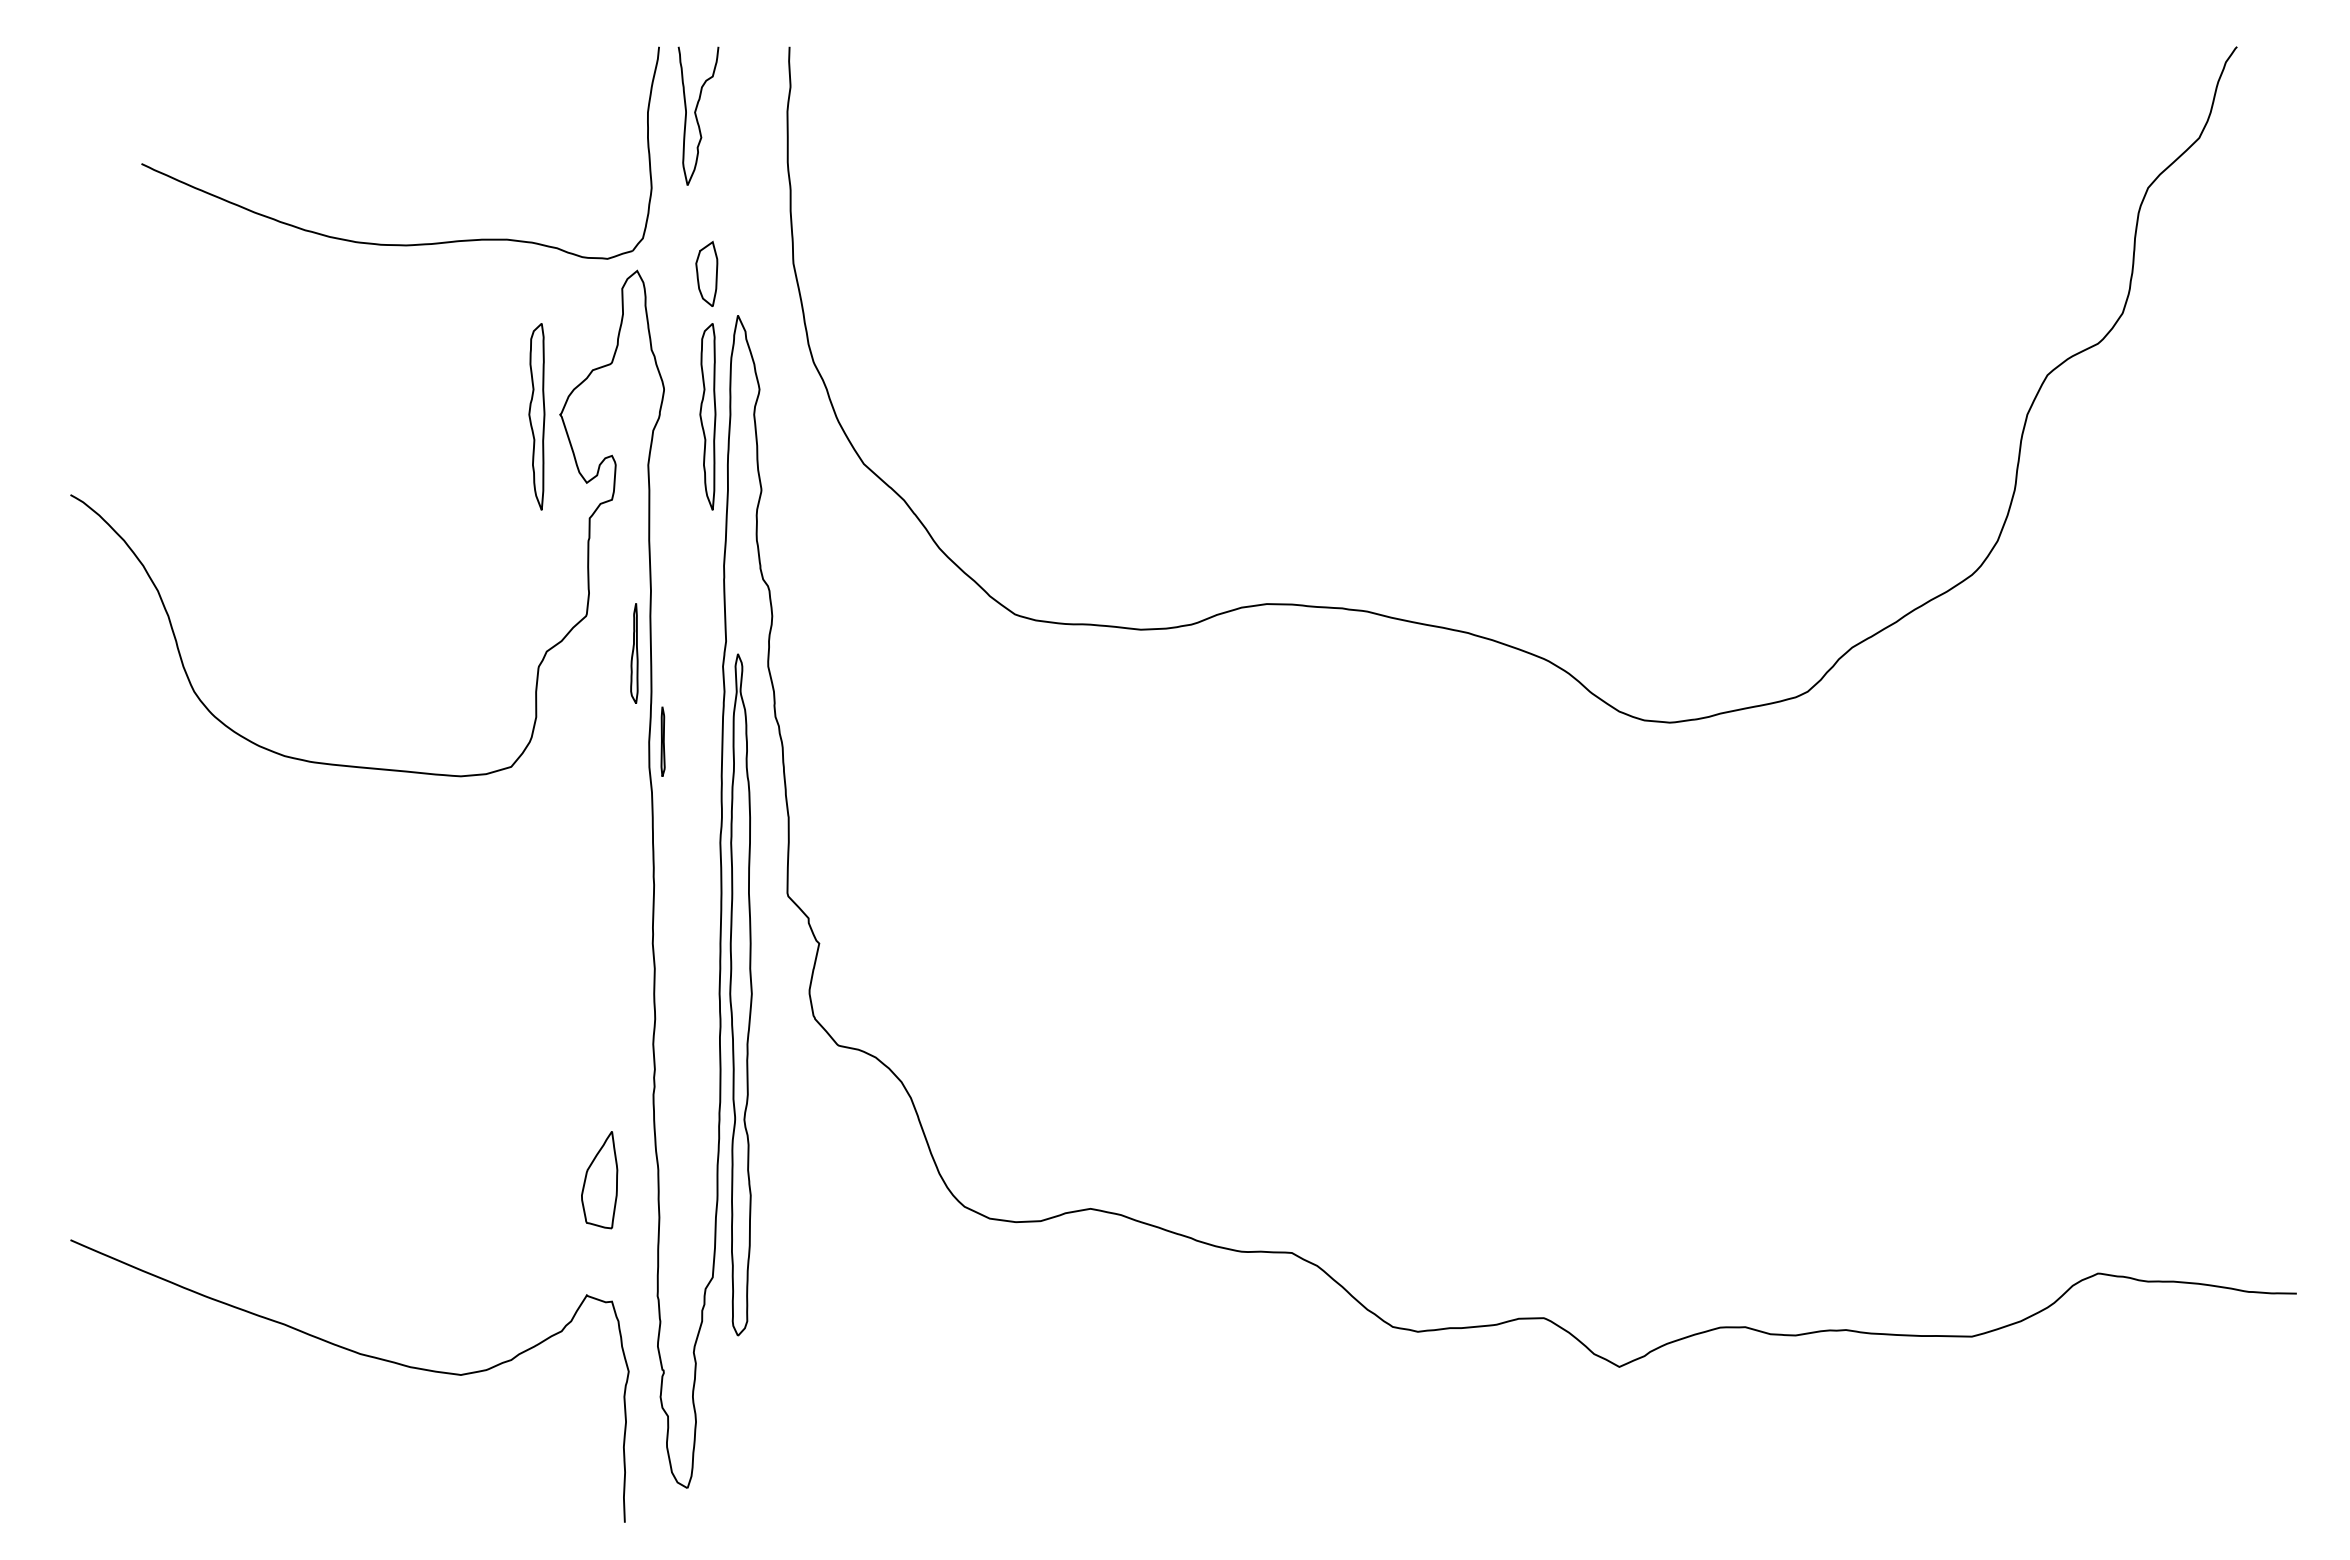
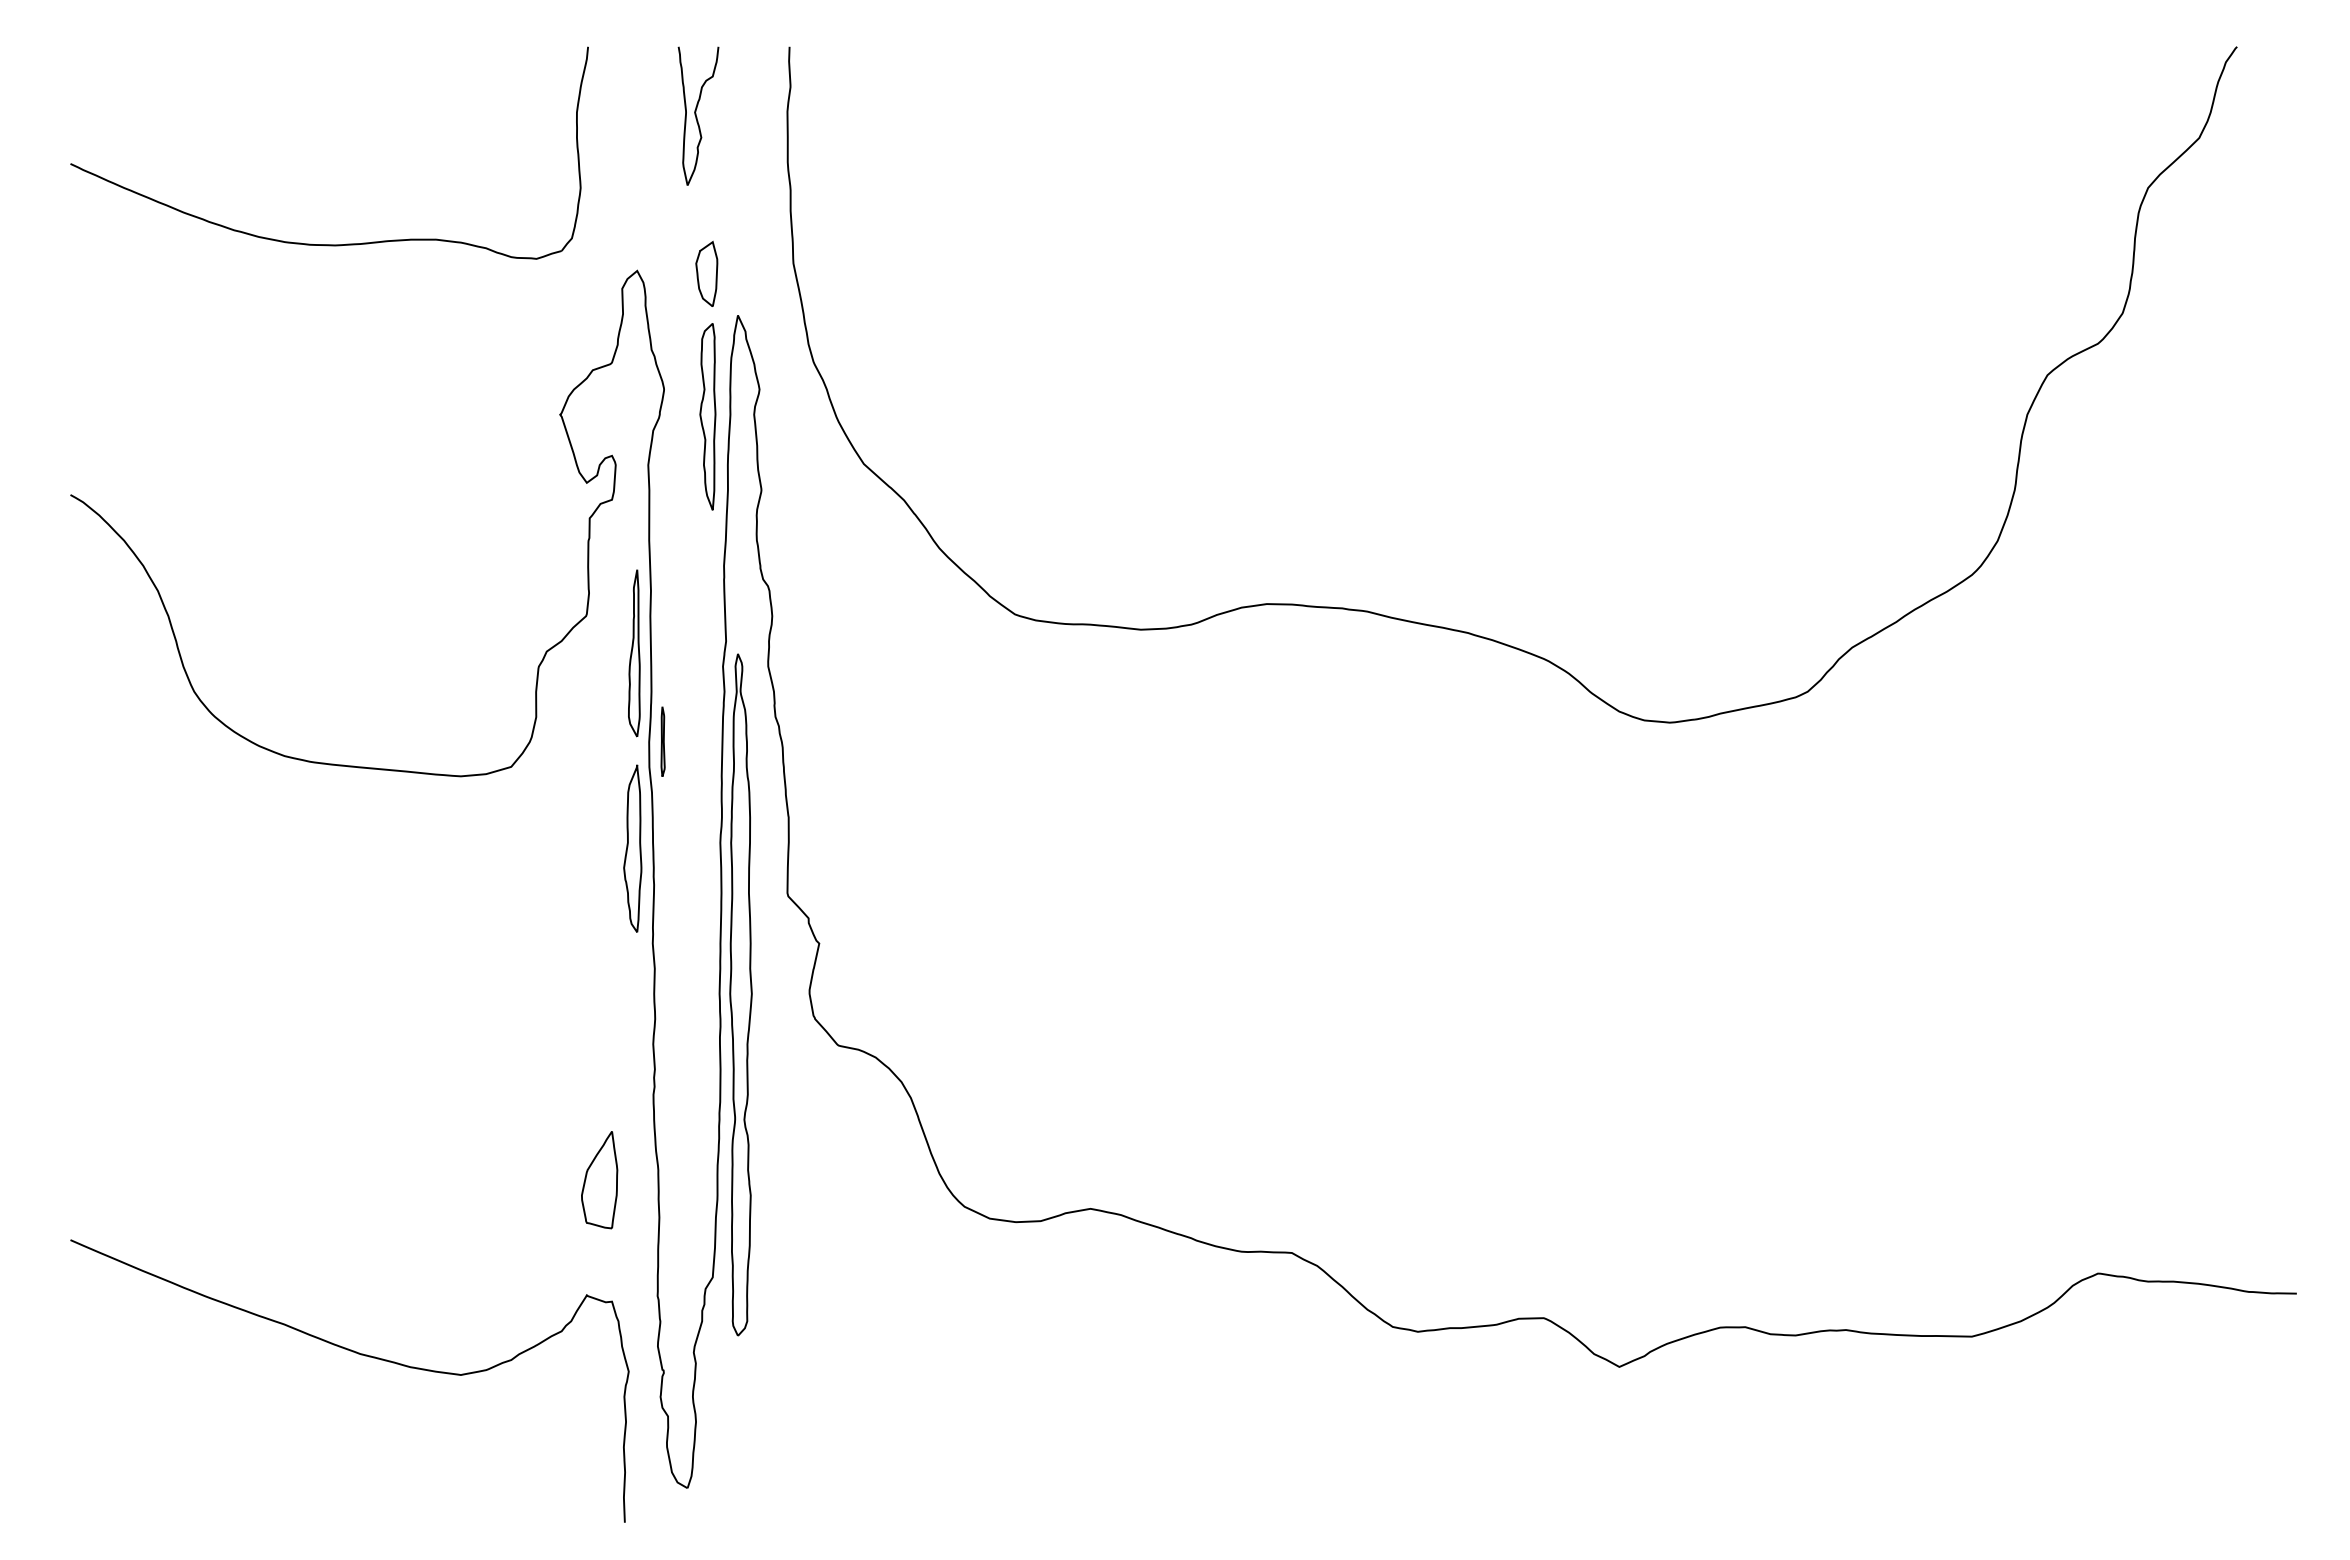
part at (400, 244) position: (400, 244) -> (329, 244)
part at (536, 416): present -> none
part at (634, 653) size: 9x101 px -> 13x169 px
part at (632, 848): none -> present
